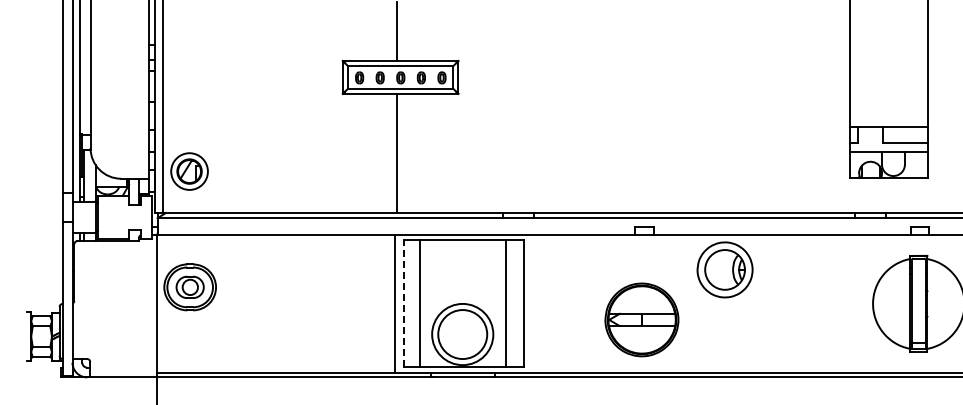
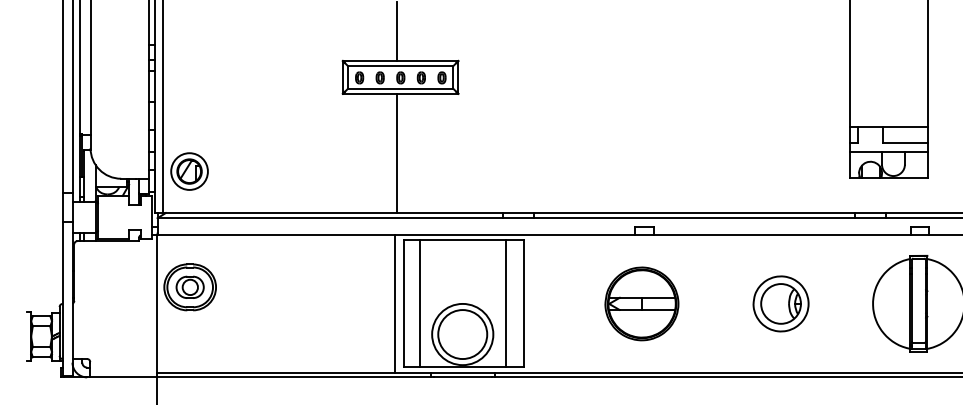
part at (724, 269) position: (724, 269) -> (780, 303)
line at (404, 303): dashed -> solid
part at (641, 319) position: (641, 319) -> (641, 303)
